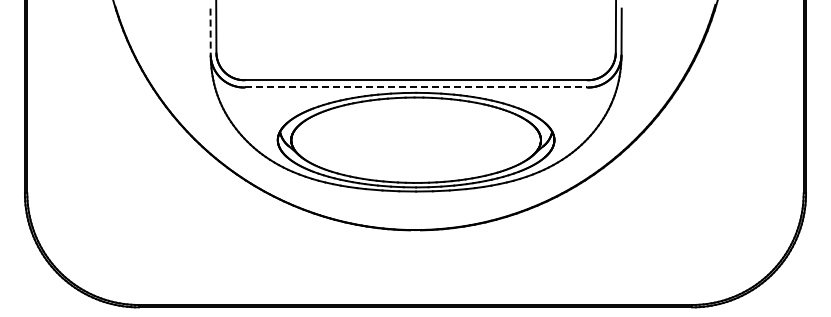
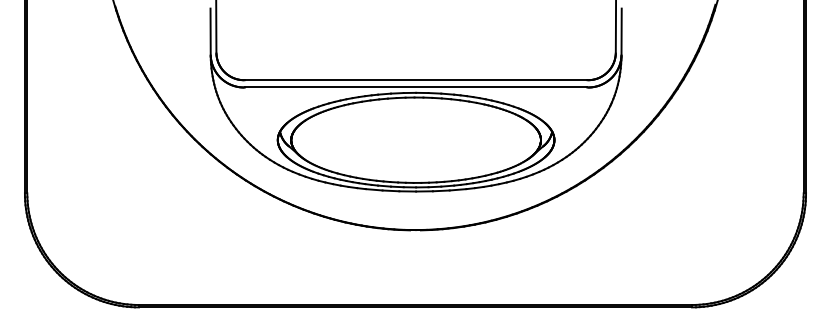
line at (210, 32): dashed -> solid
line at (416, 87): dashed -> solid
